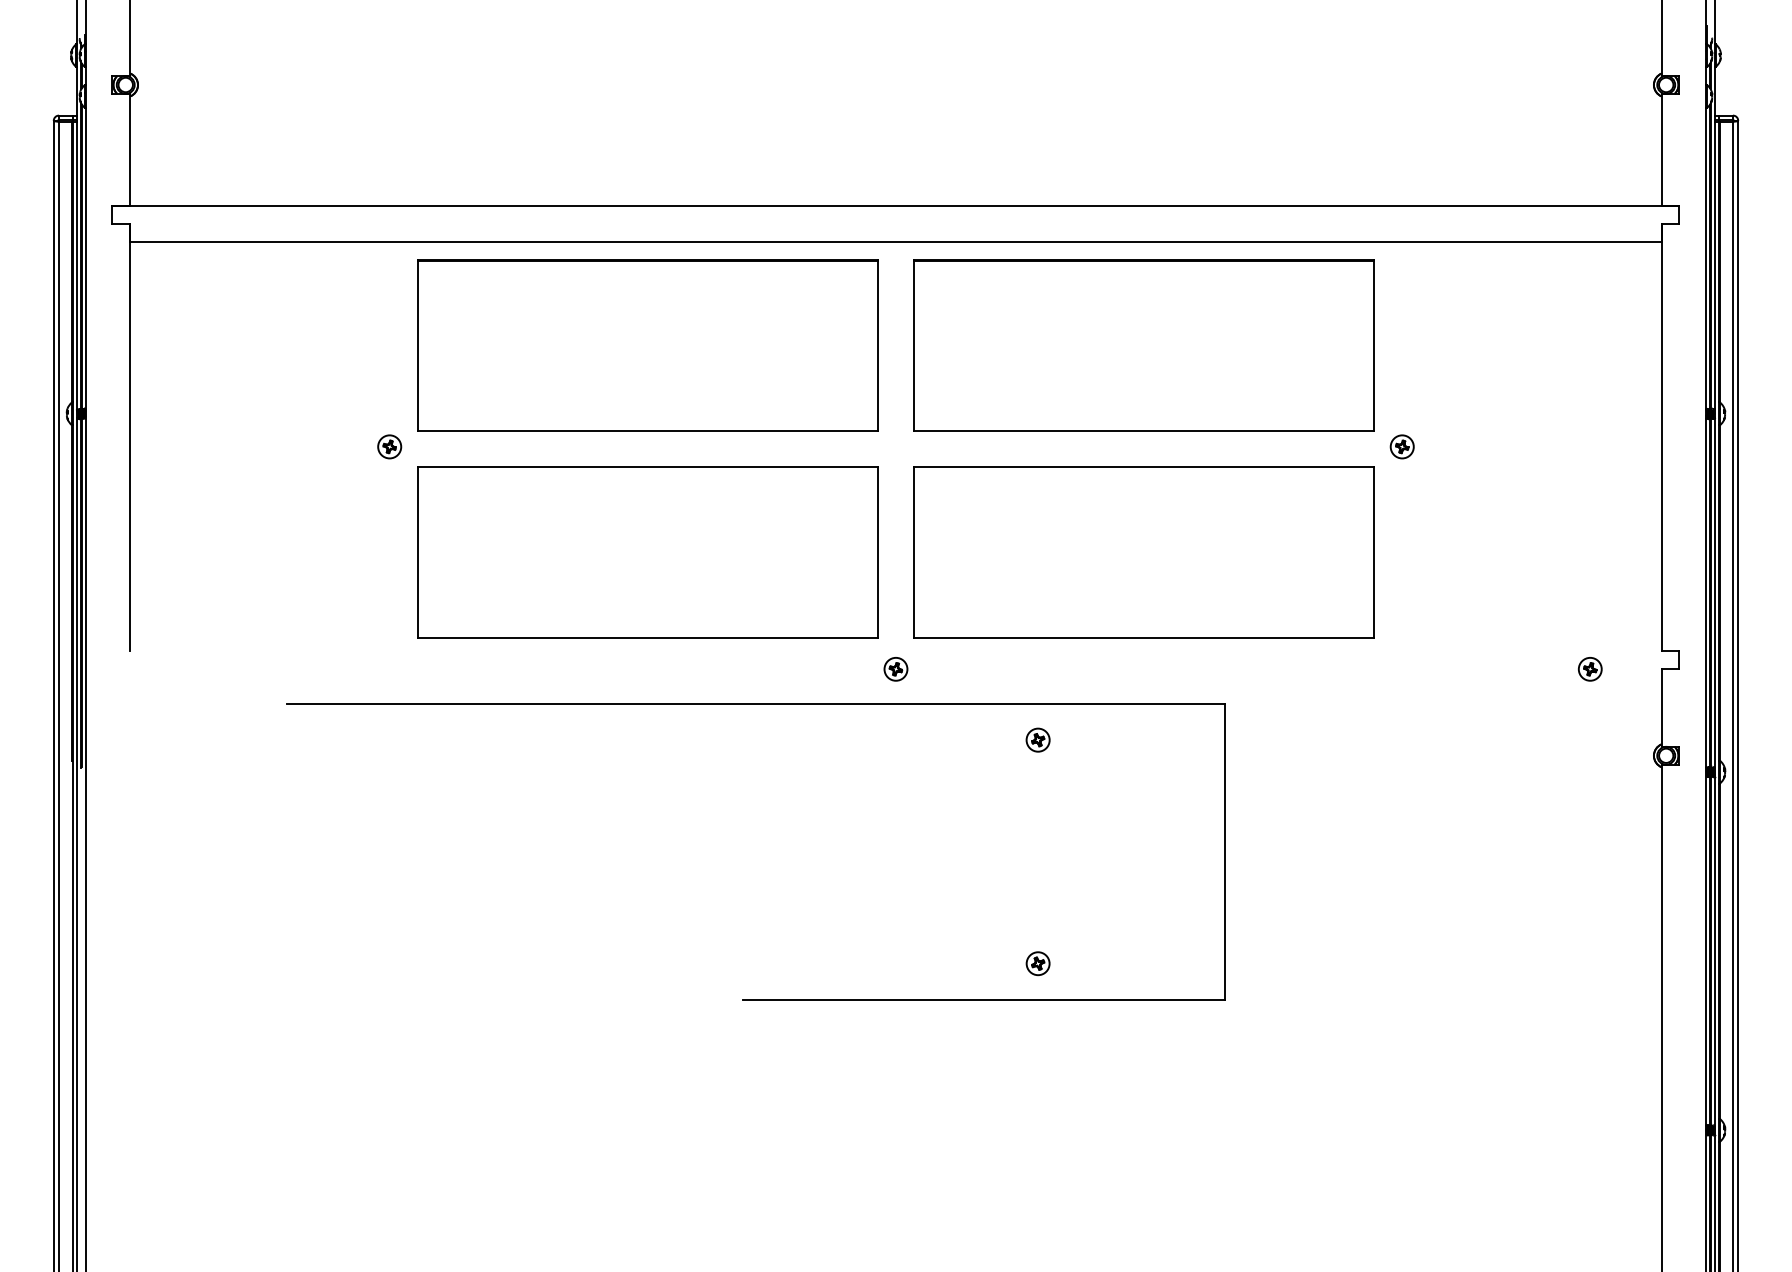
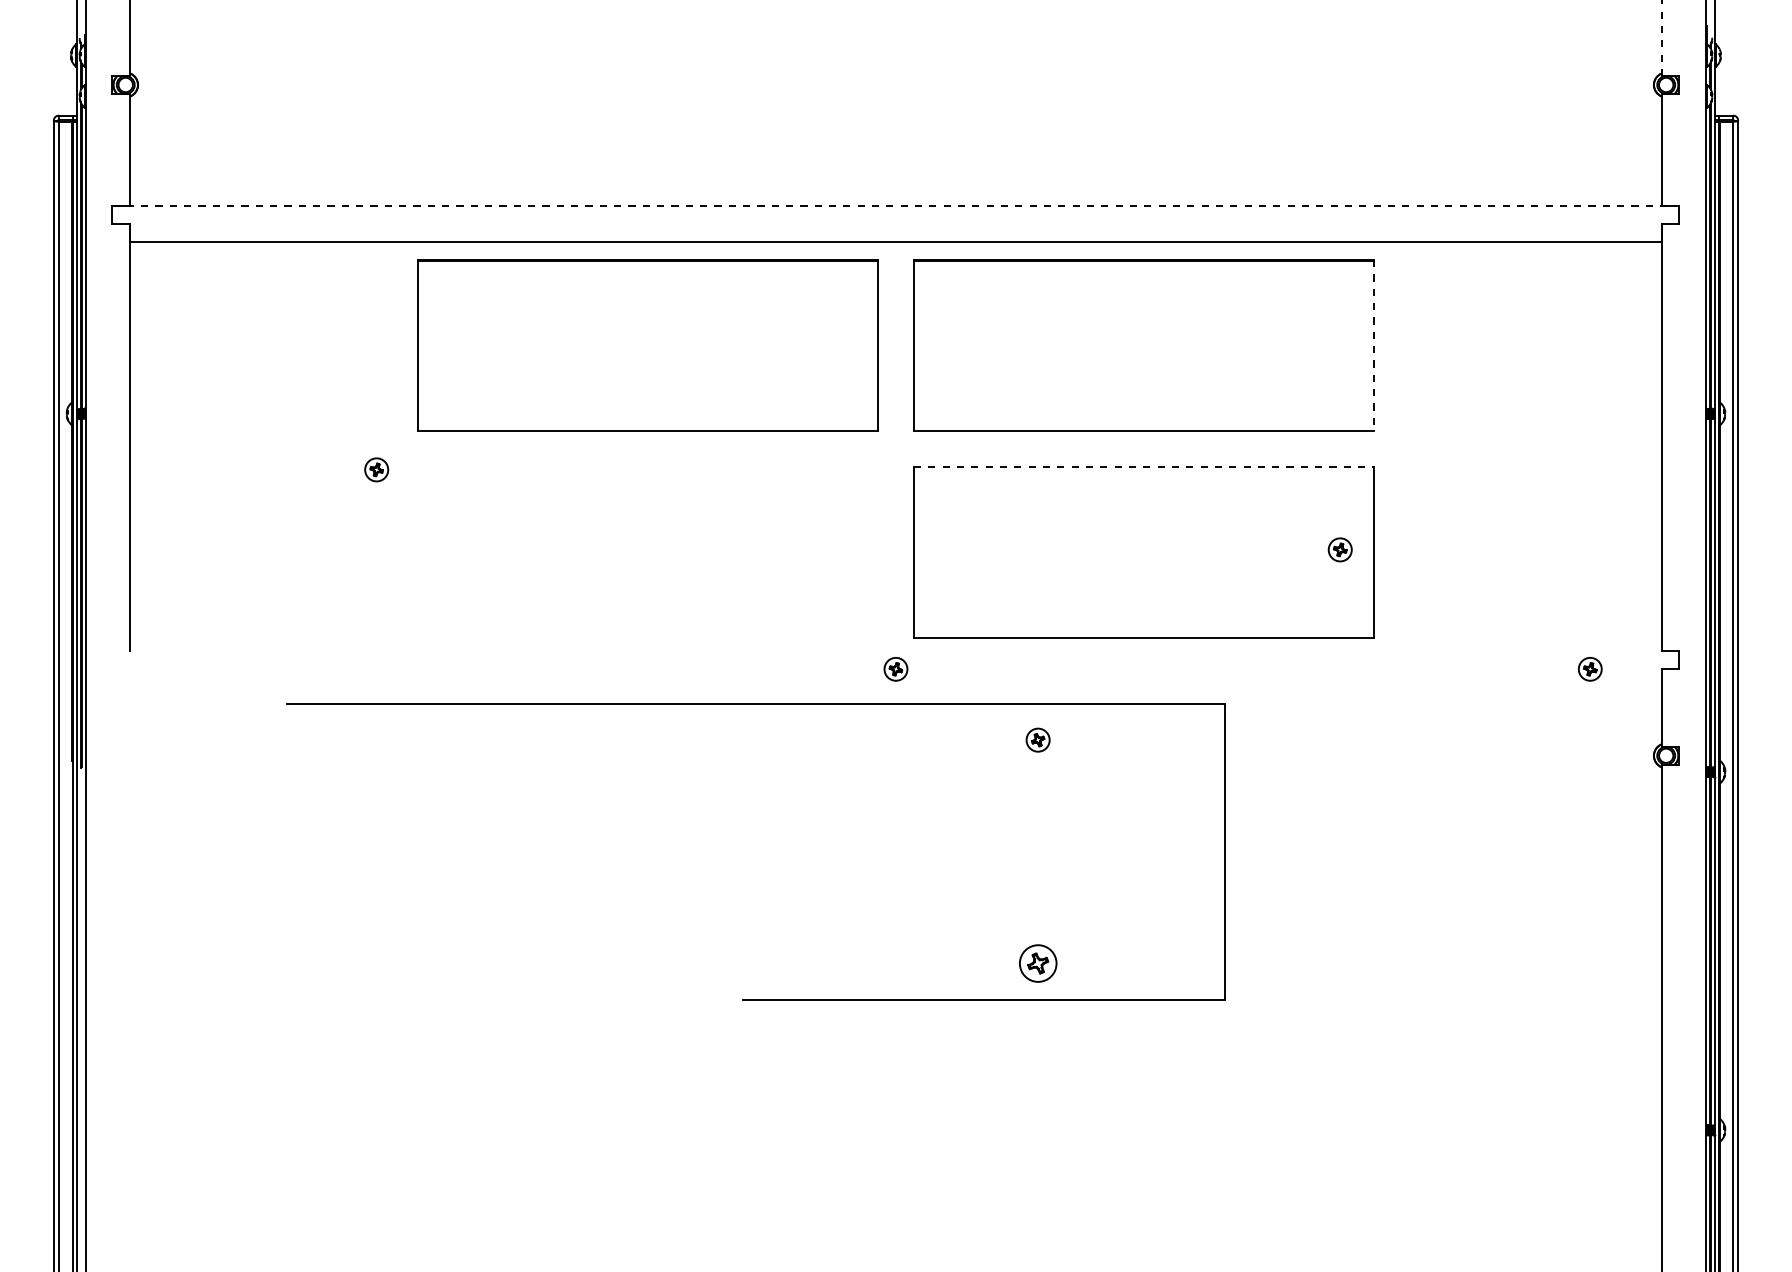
line at (1661, 38): solid -> dashed
line at (896, 206): solid -> dashed
line at (1373, 345): solid -> dashed
part at (389, 446) position: (389, 446) -> (376, 469)
part at (1401, 446) position: (1401, 446) -> (1339, 549)
line at (1143, 467): solid -> dashed
part at (647, 552): present -> none
part at (1037, 963) size: 26x26 px -> 39x39 px
